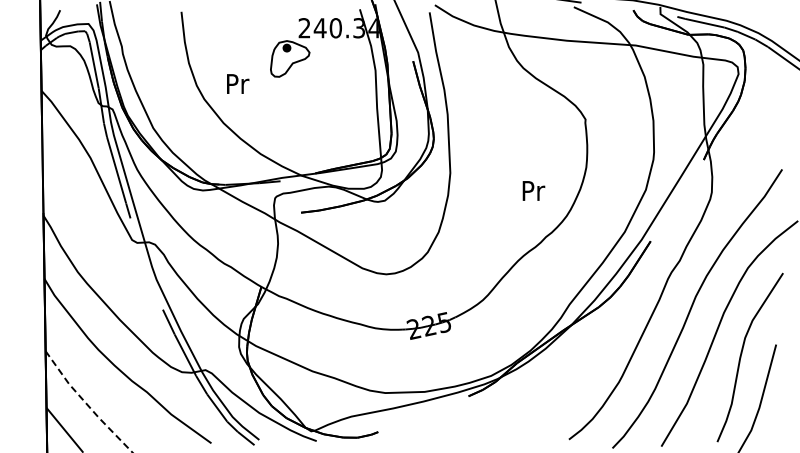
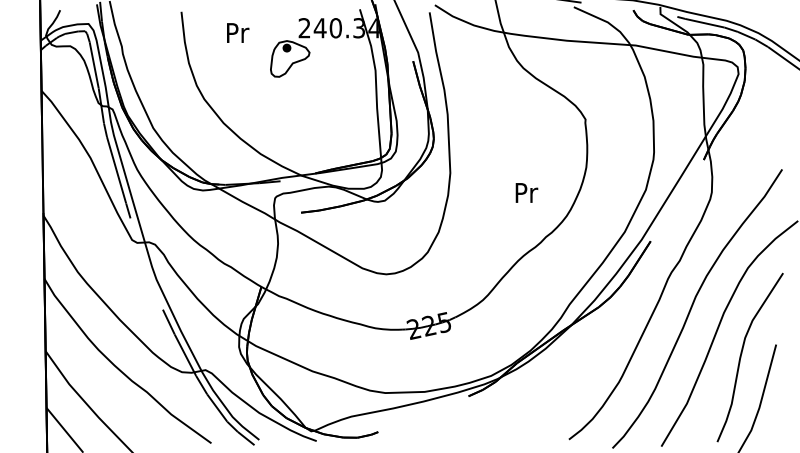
text at (238, 83) position: (238, 83) -> (238, 32)
text at (533, 190) position: (533, 190) -> (526, 192)
line at (86, 404): dashed -> solid
